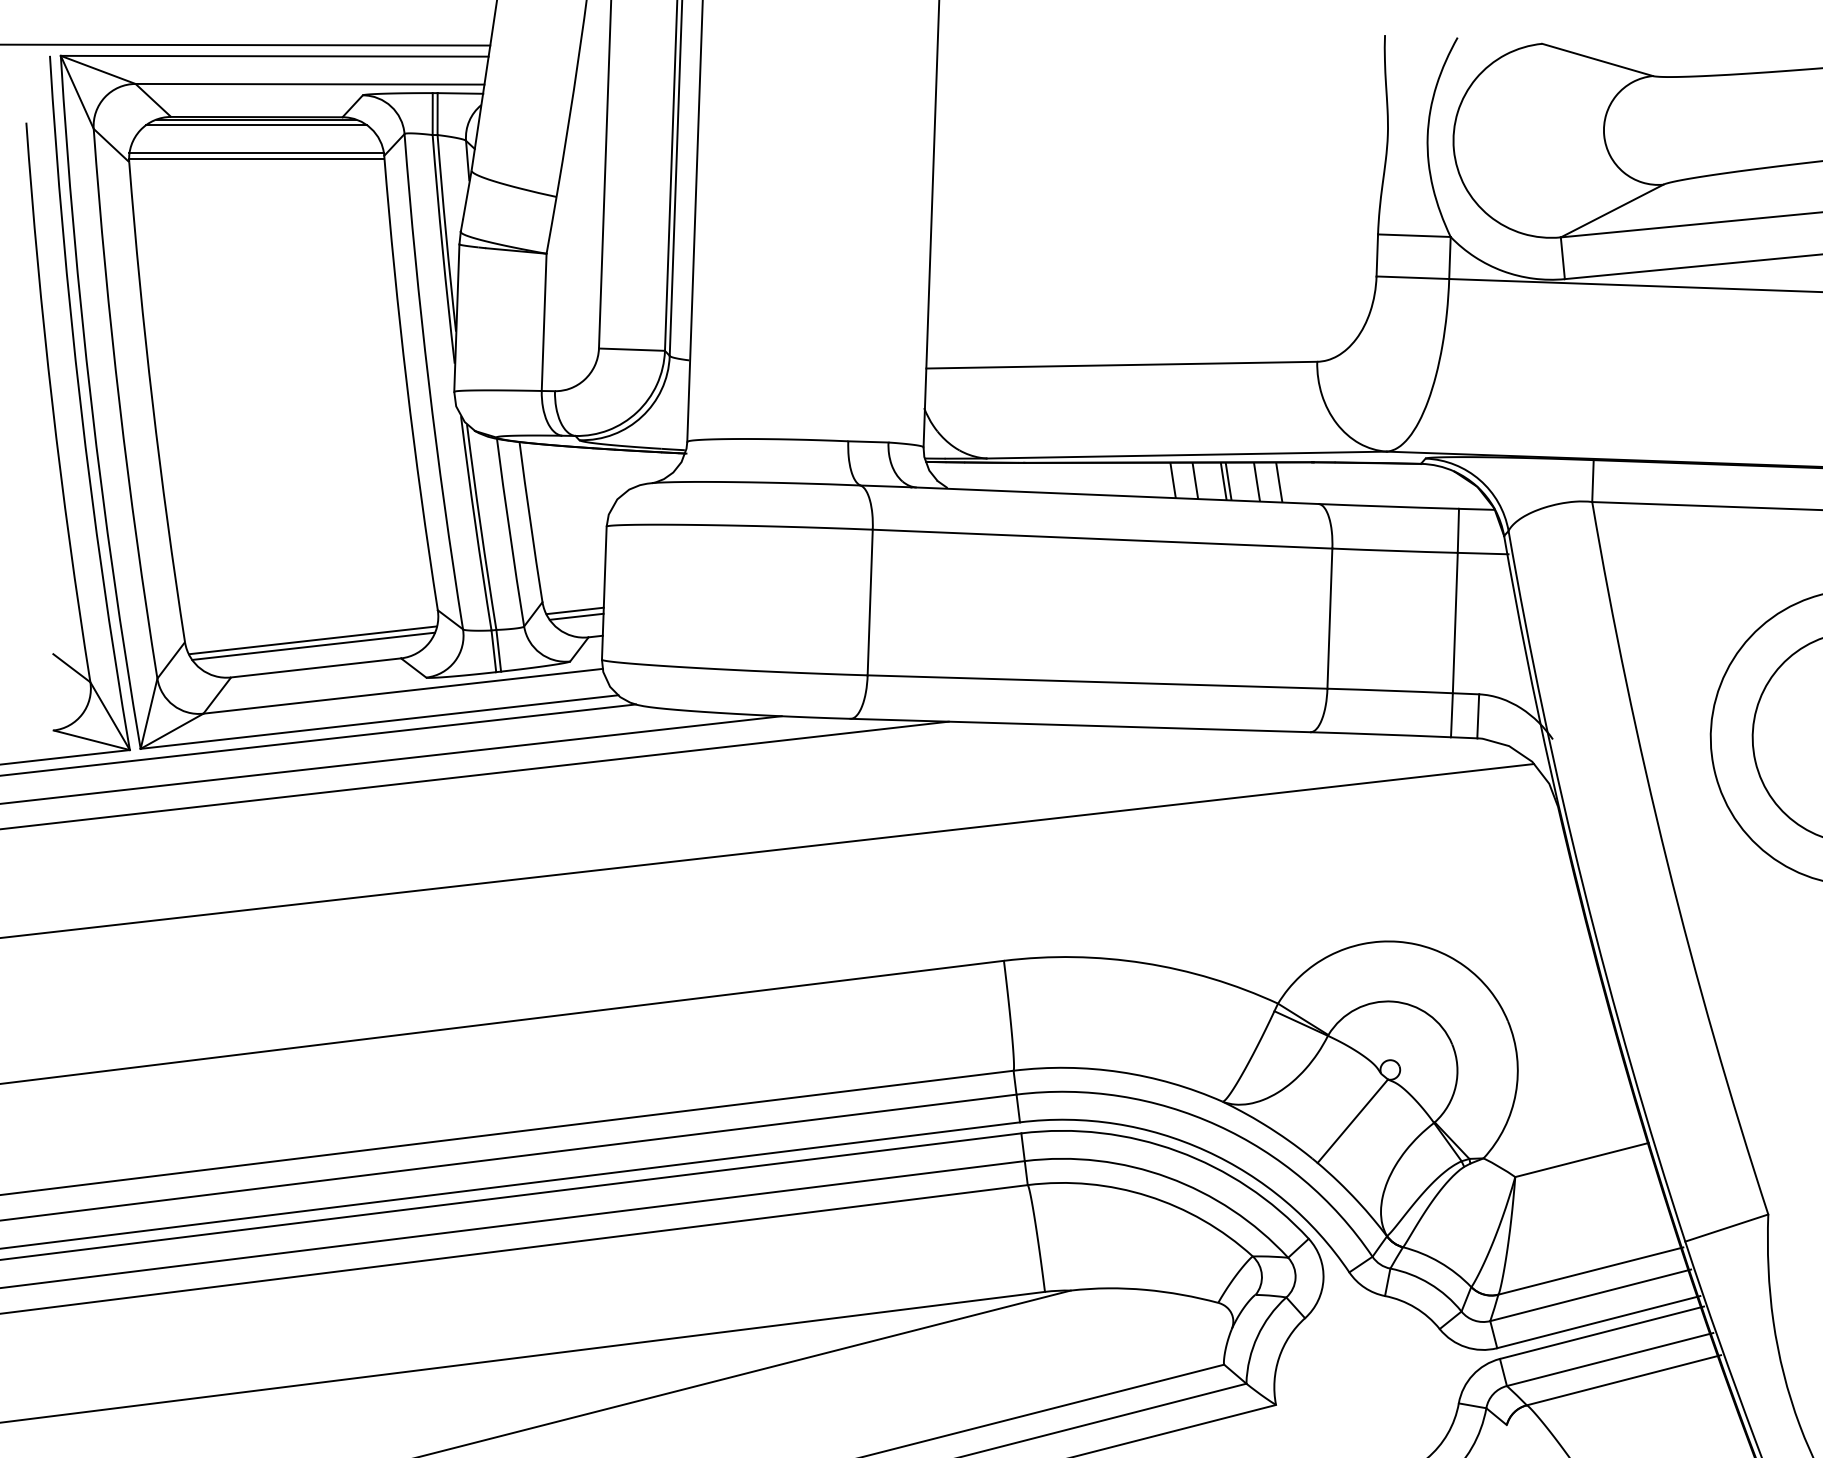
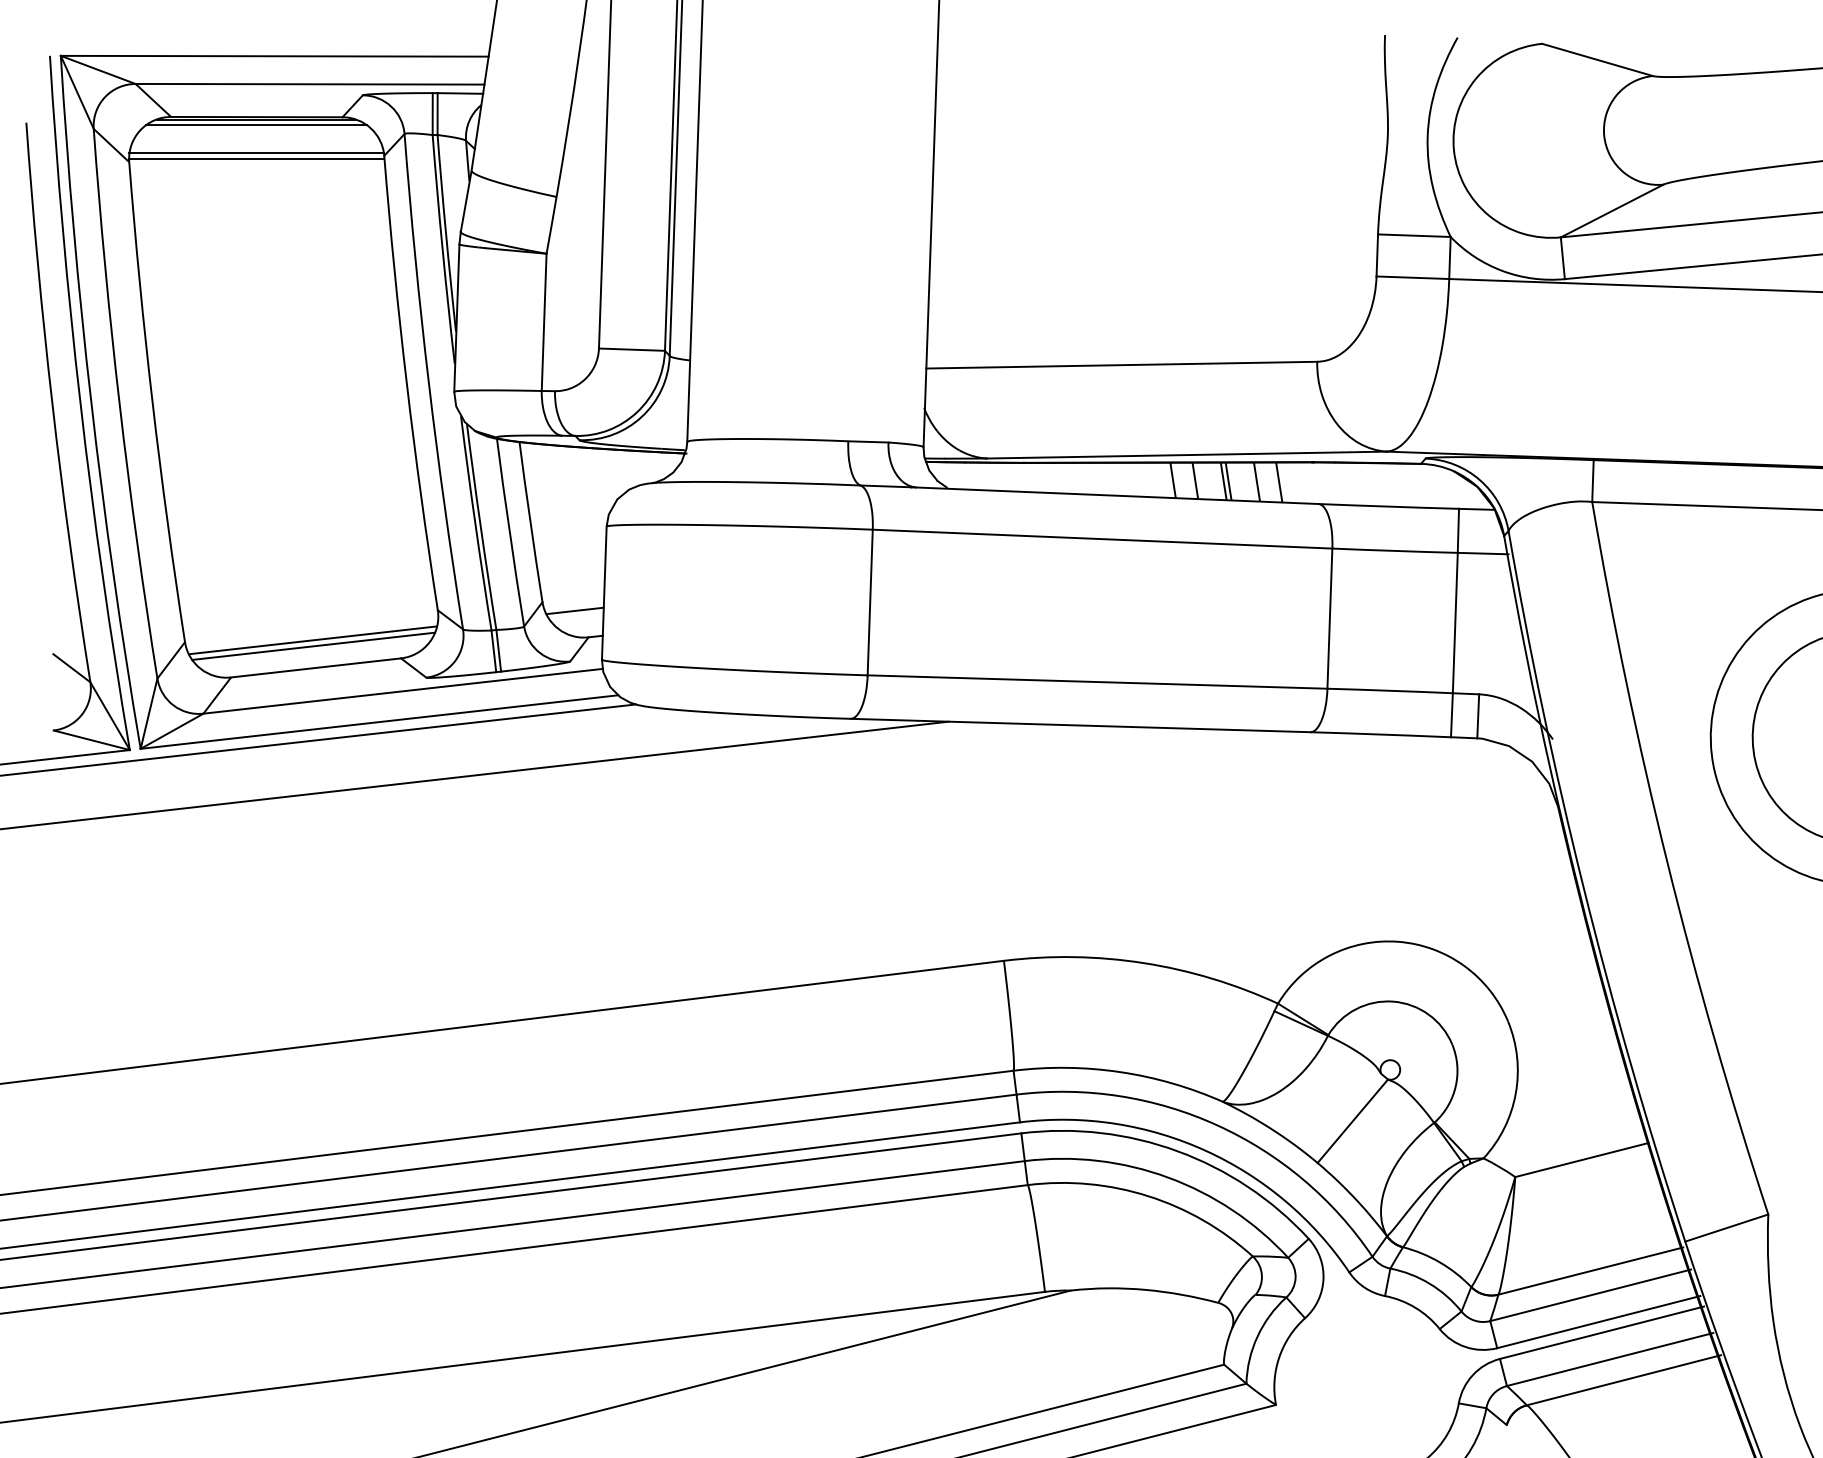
line at (246, 44): present -> none
line at (576, 616): present -> none
line at (391, 759): present -> none
line at (768, 850): present -> none
